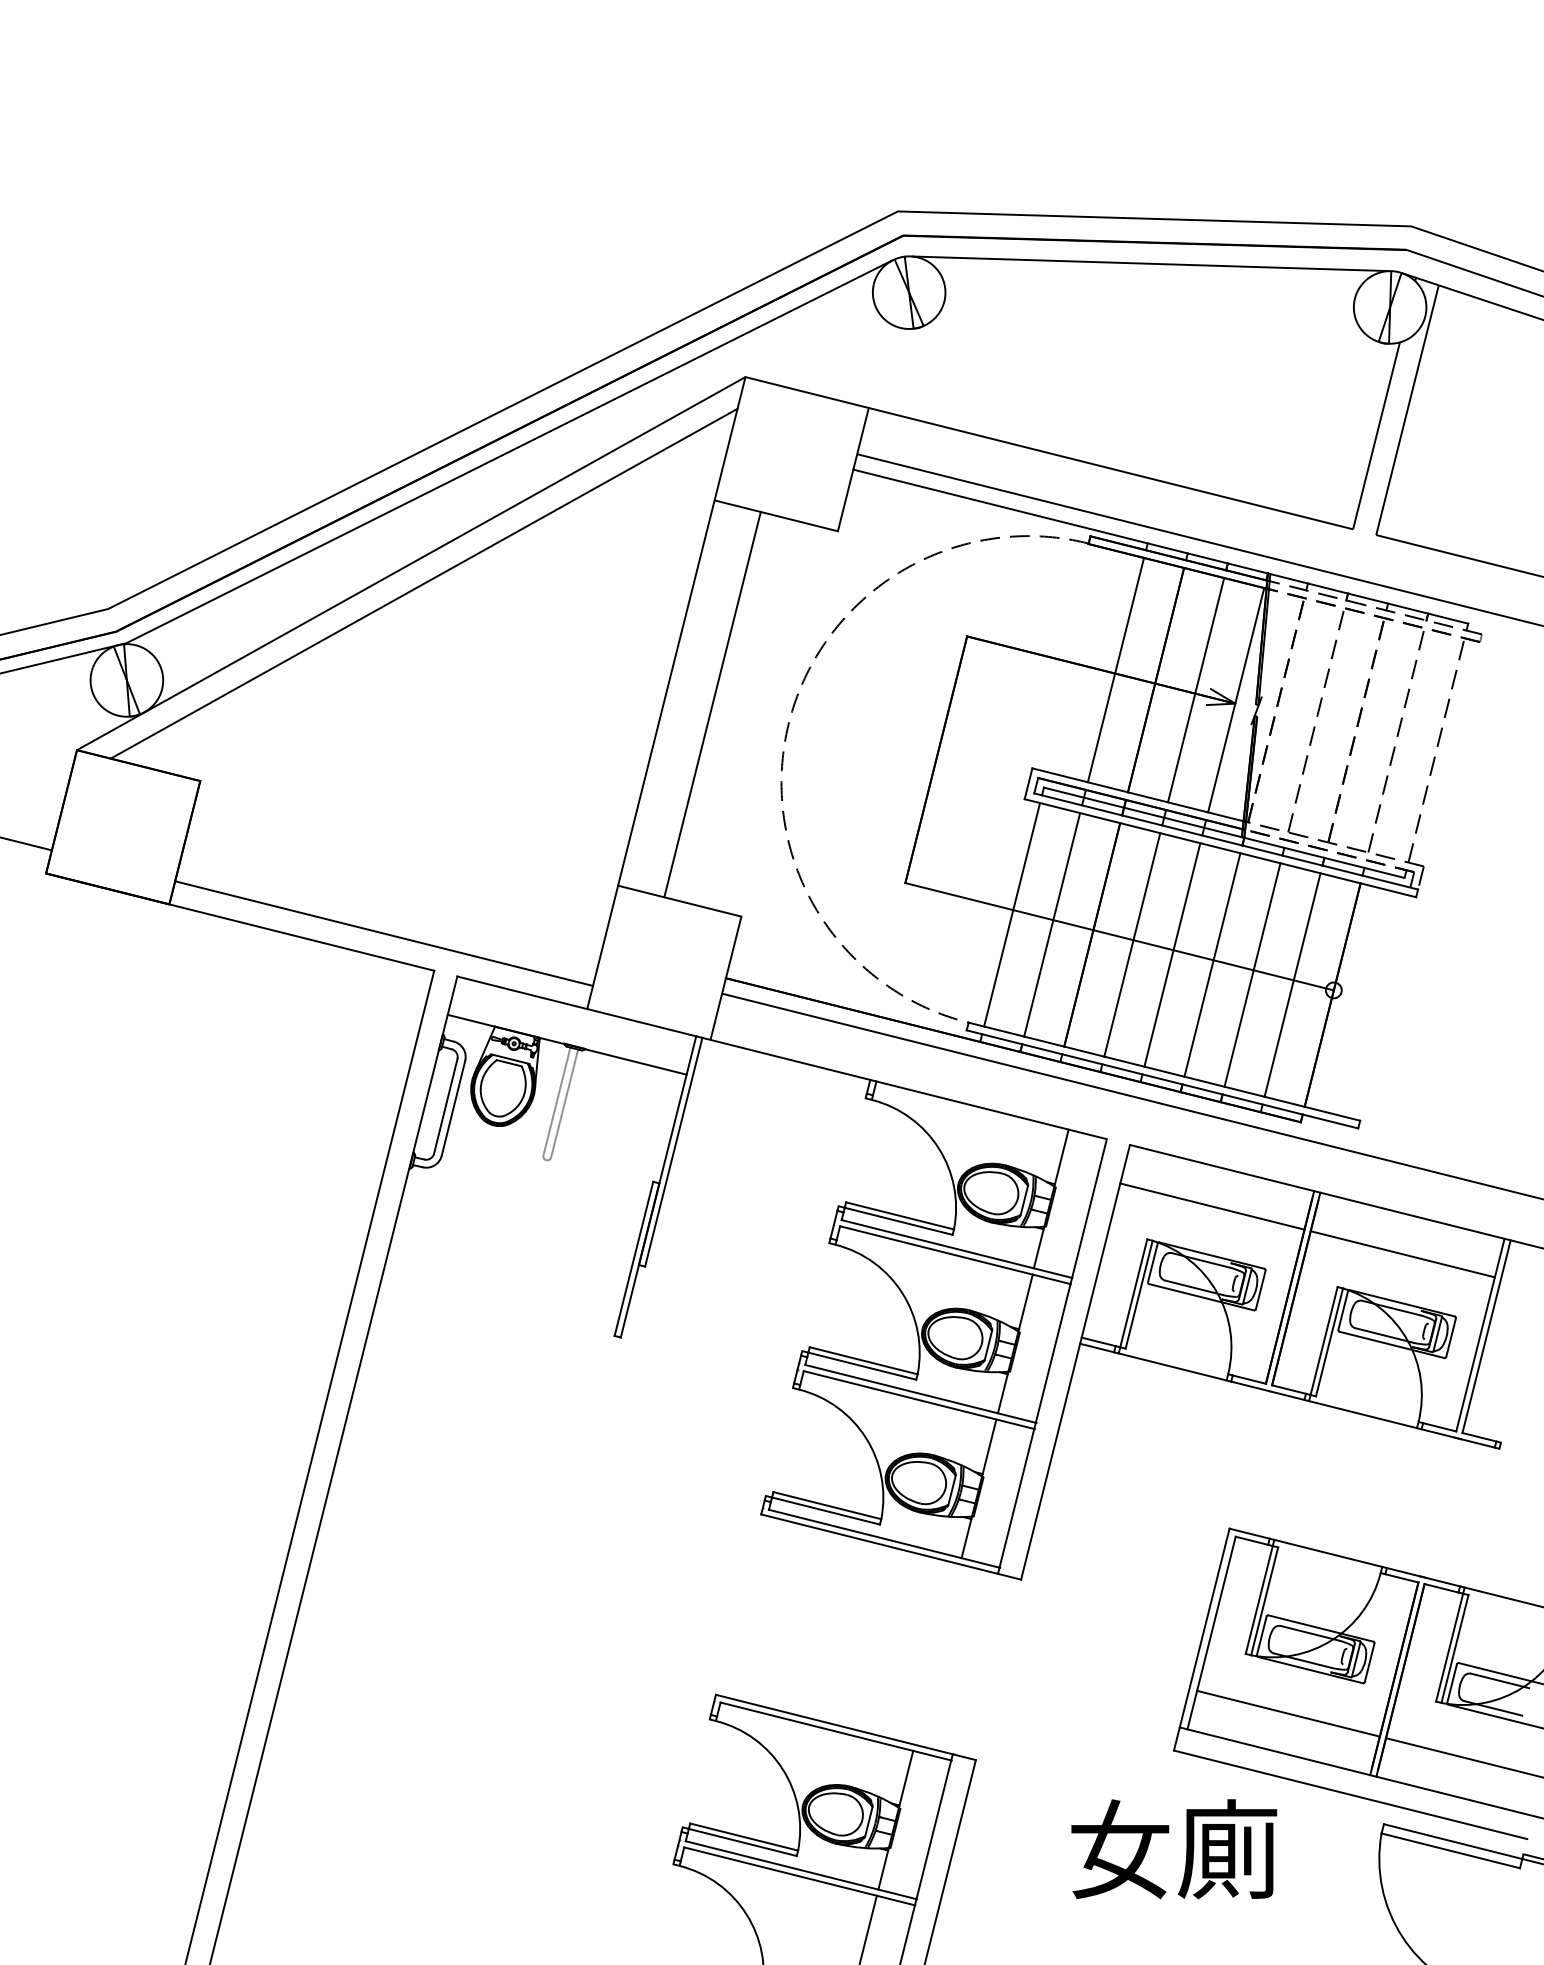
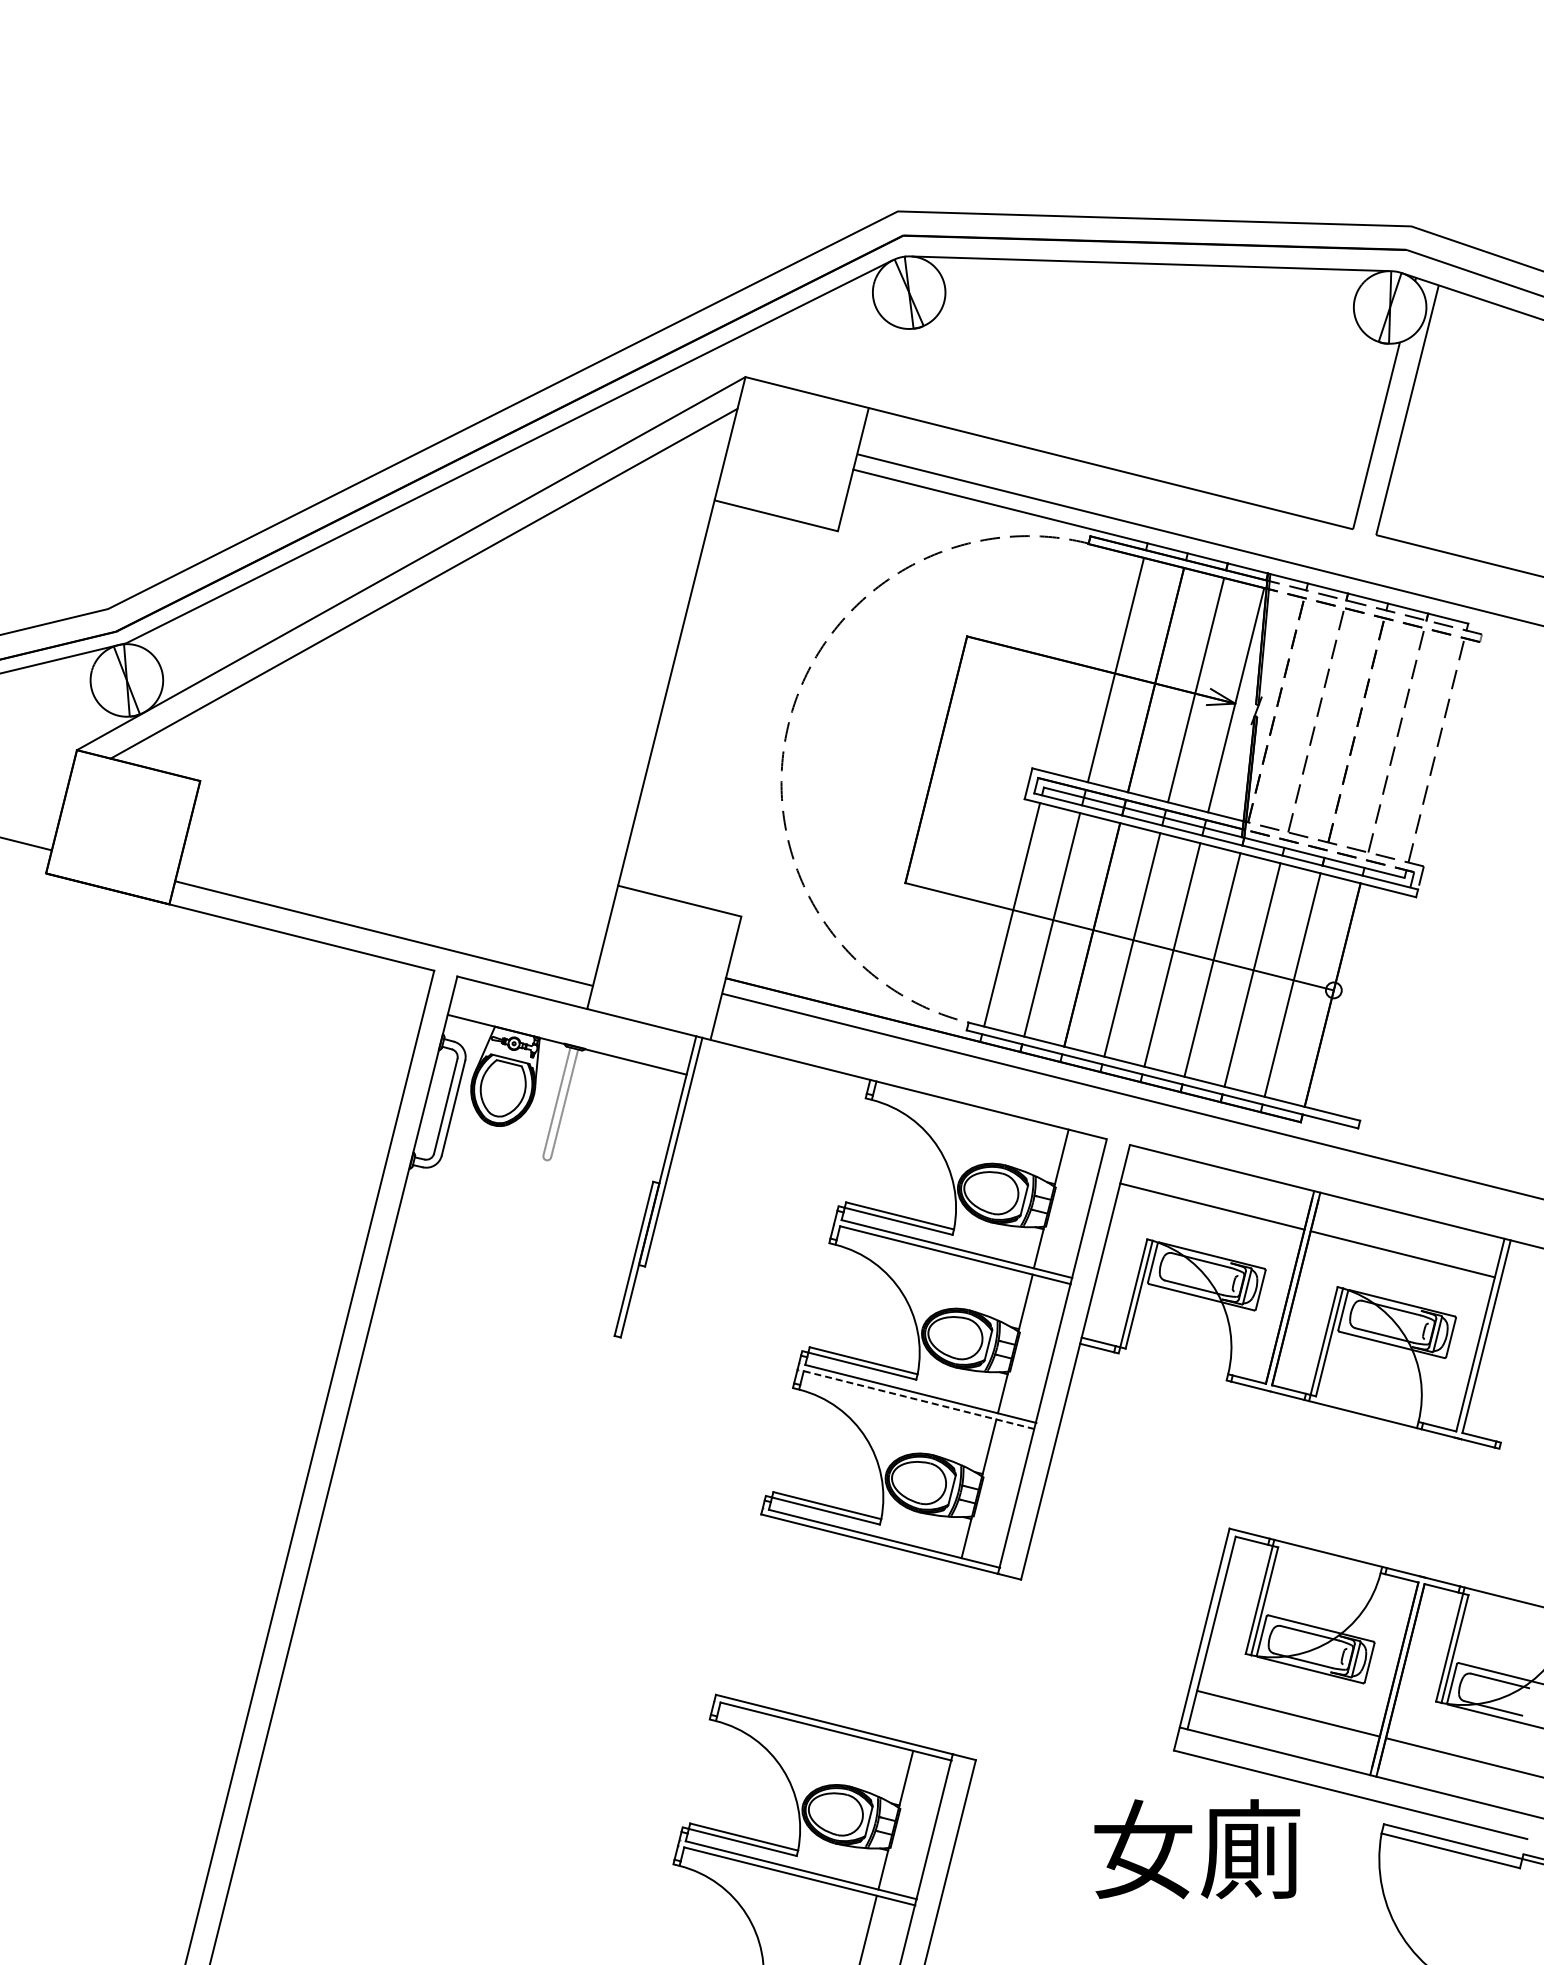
line at (712, 704): present -> none
line at (1172, 1366): present -> none
line at (919, 1400): solid -> dashed
text at (1174, 1849) position: (1174, 1849) -> (1197, 1849)
